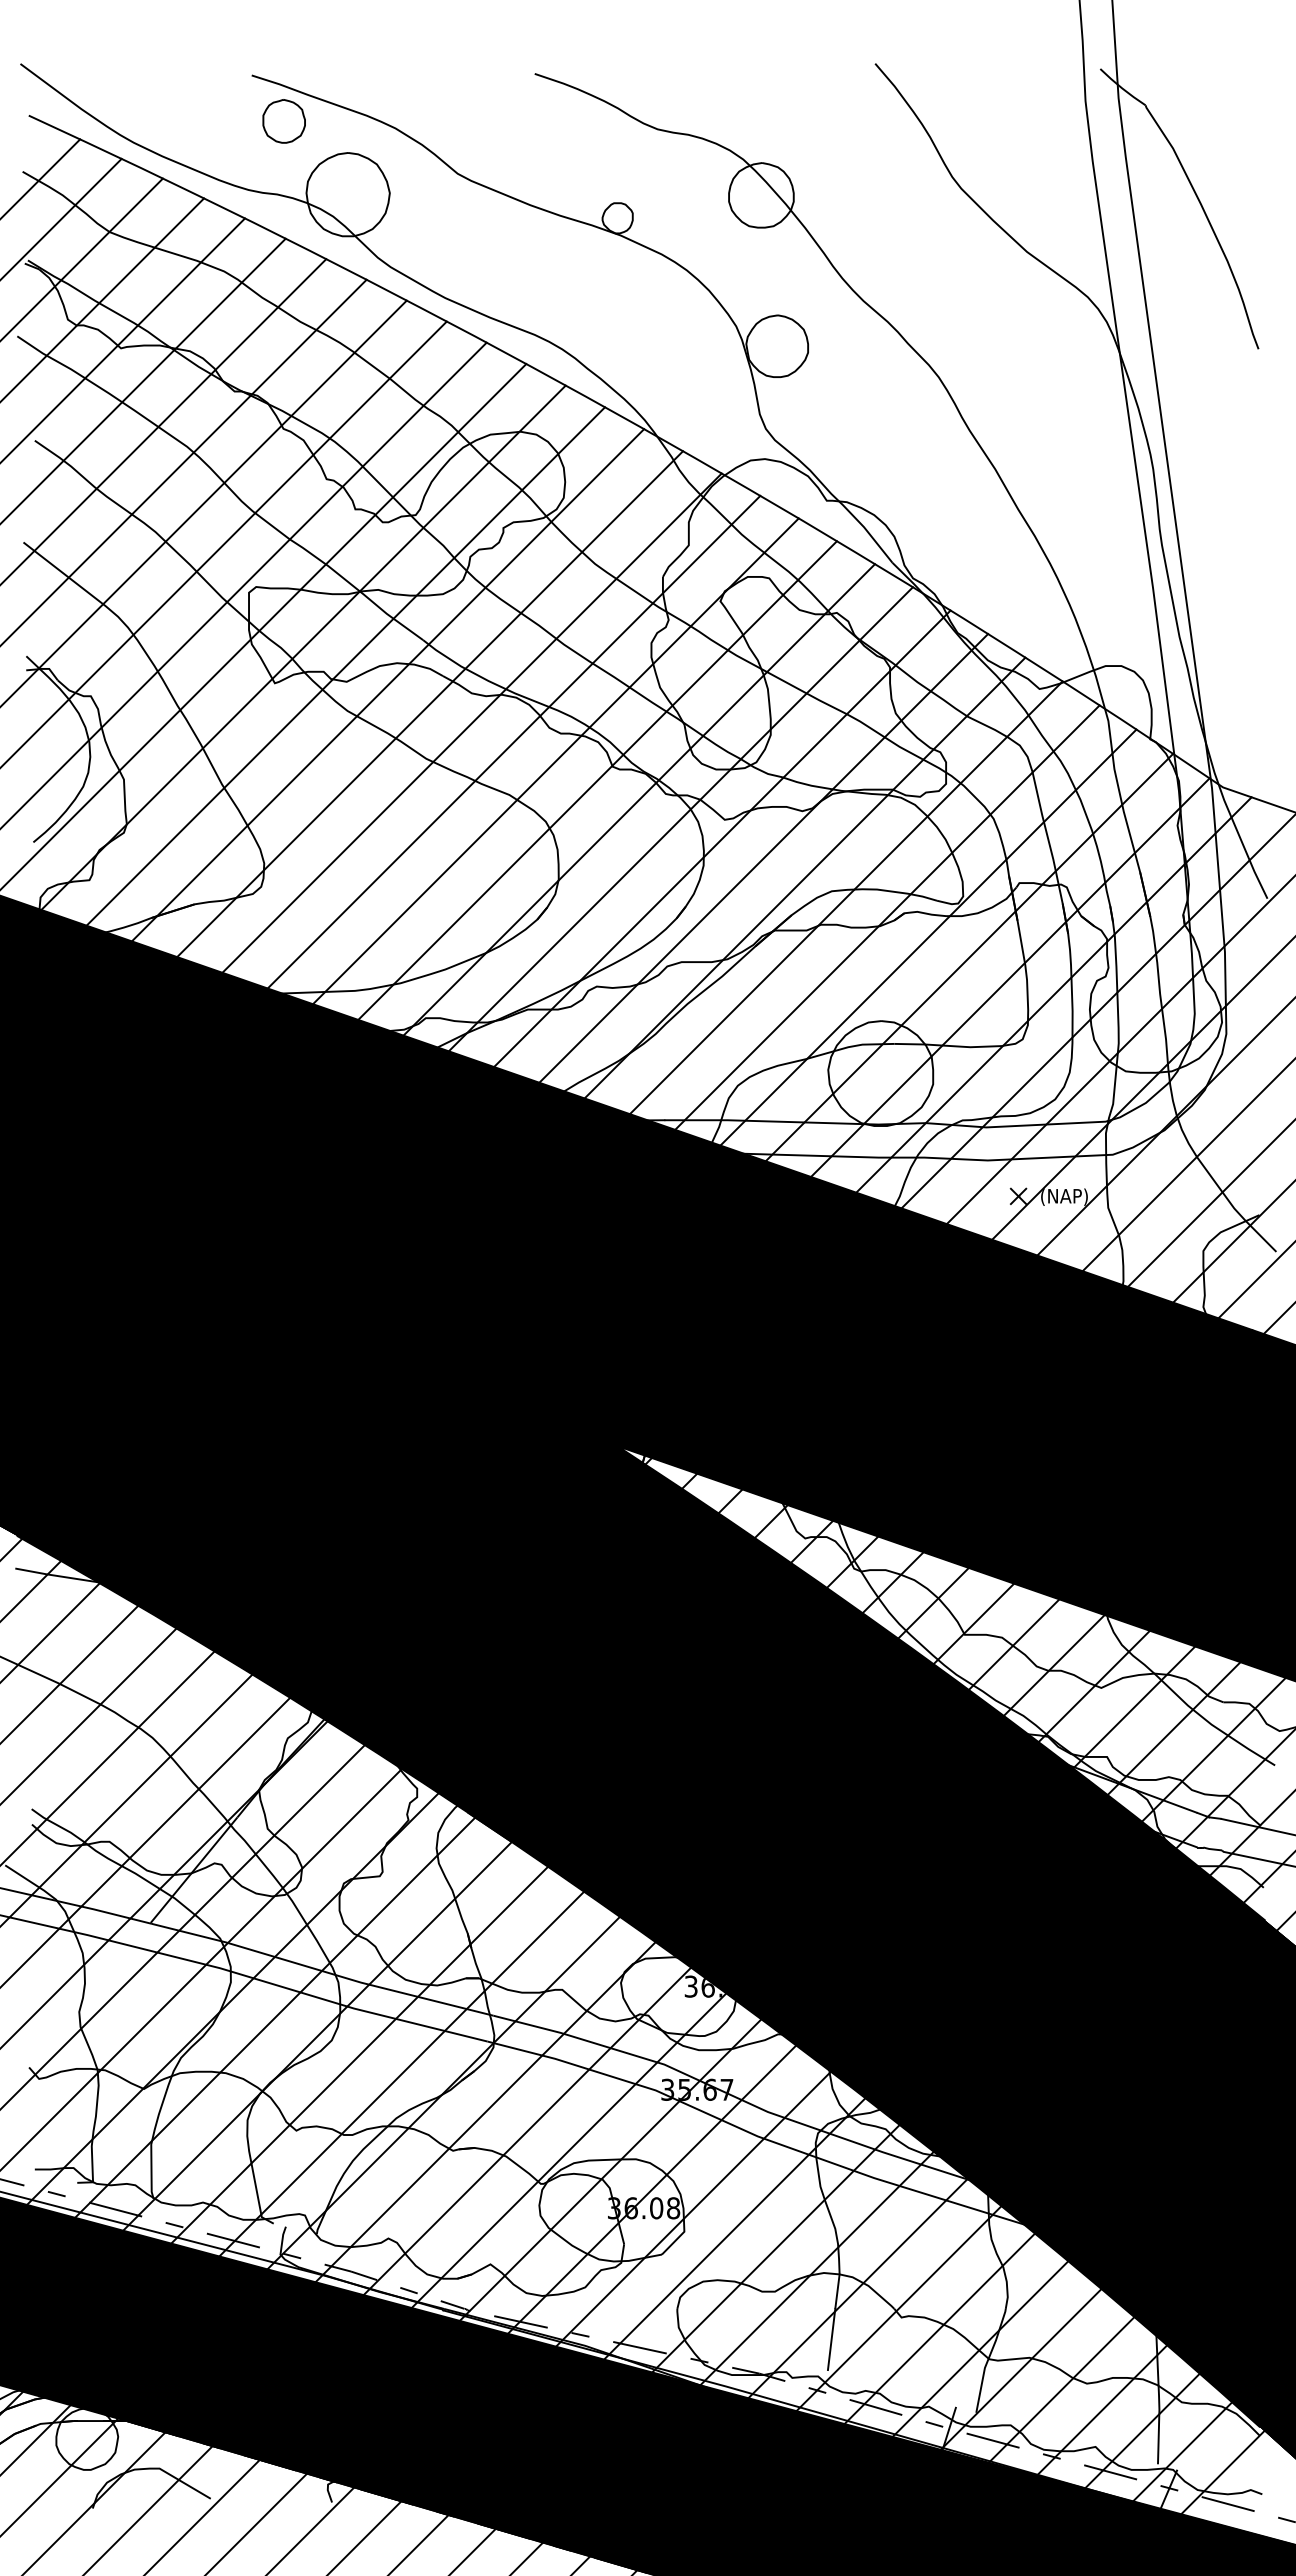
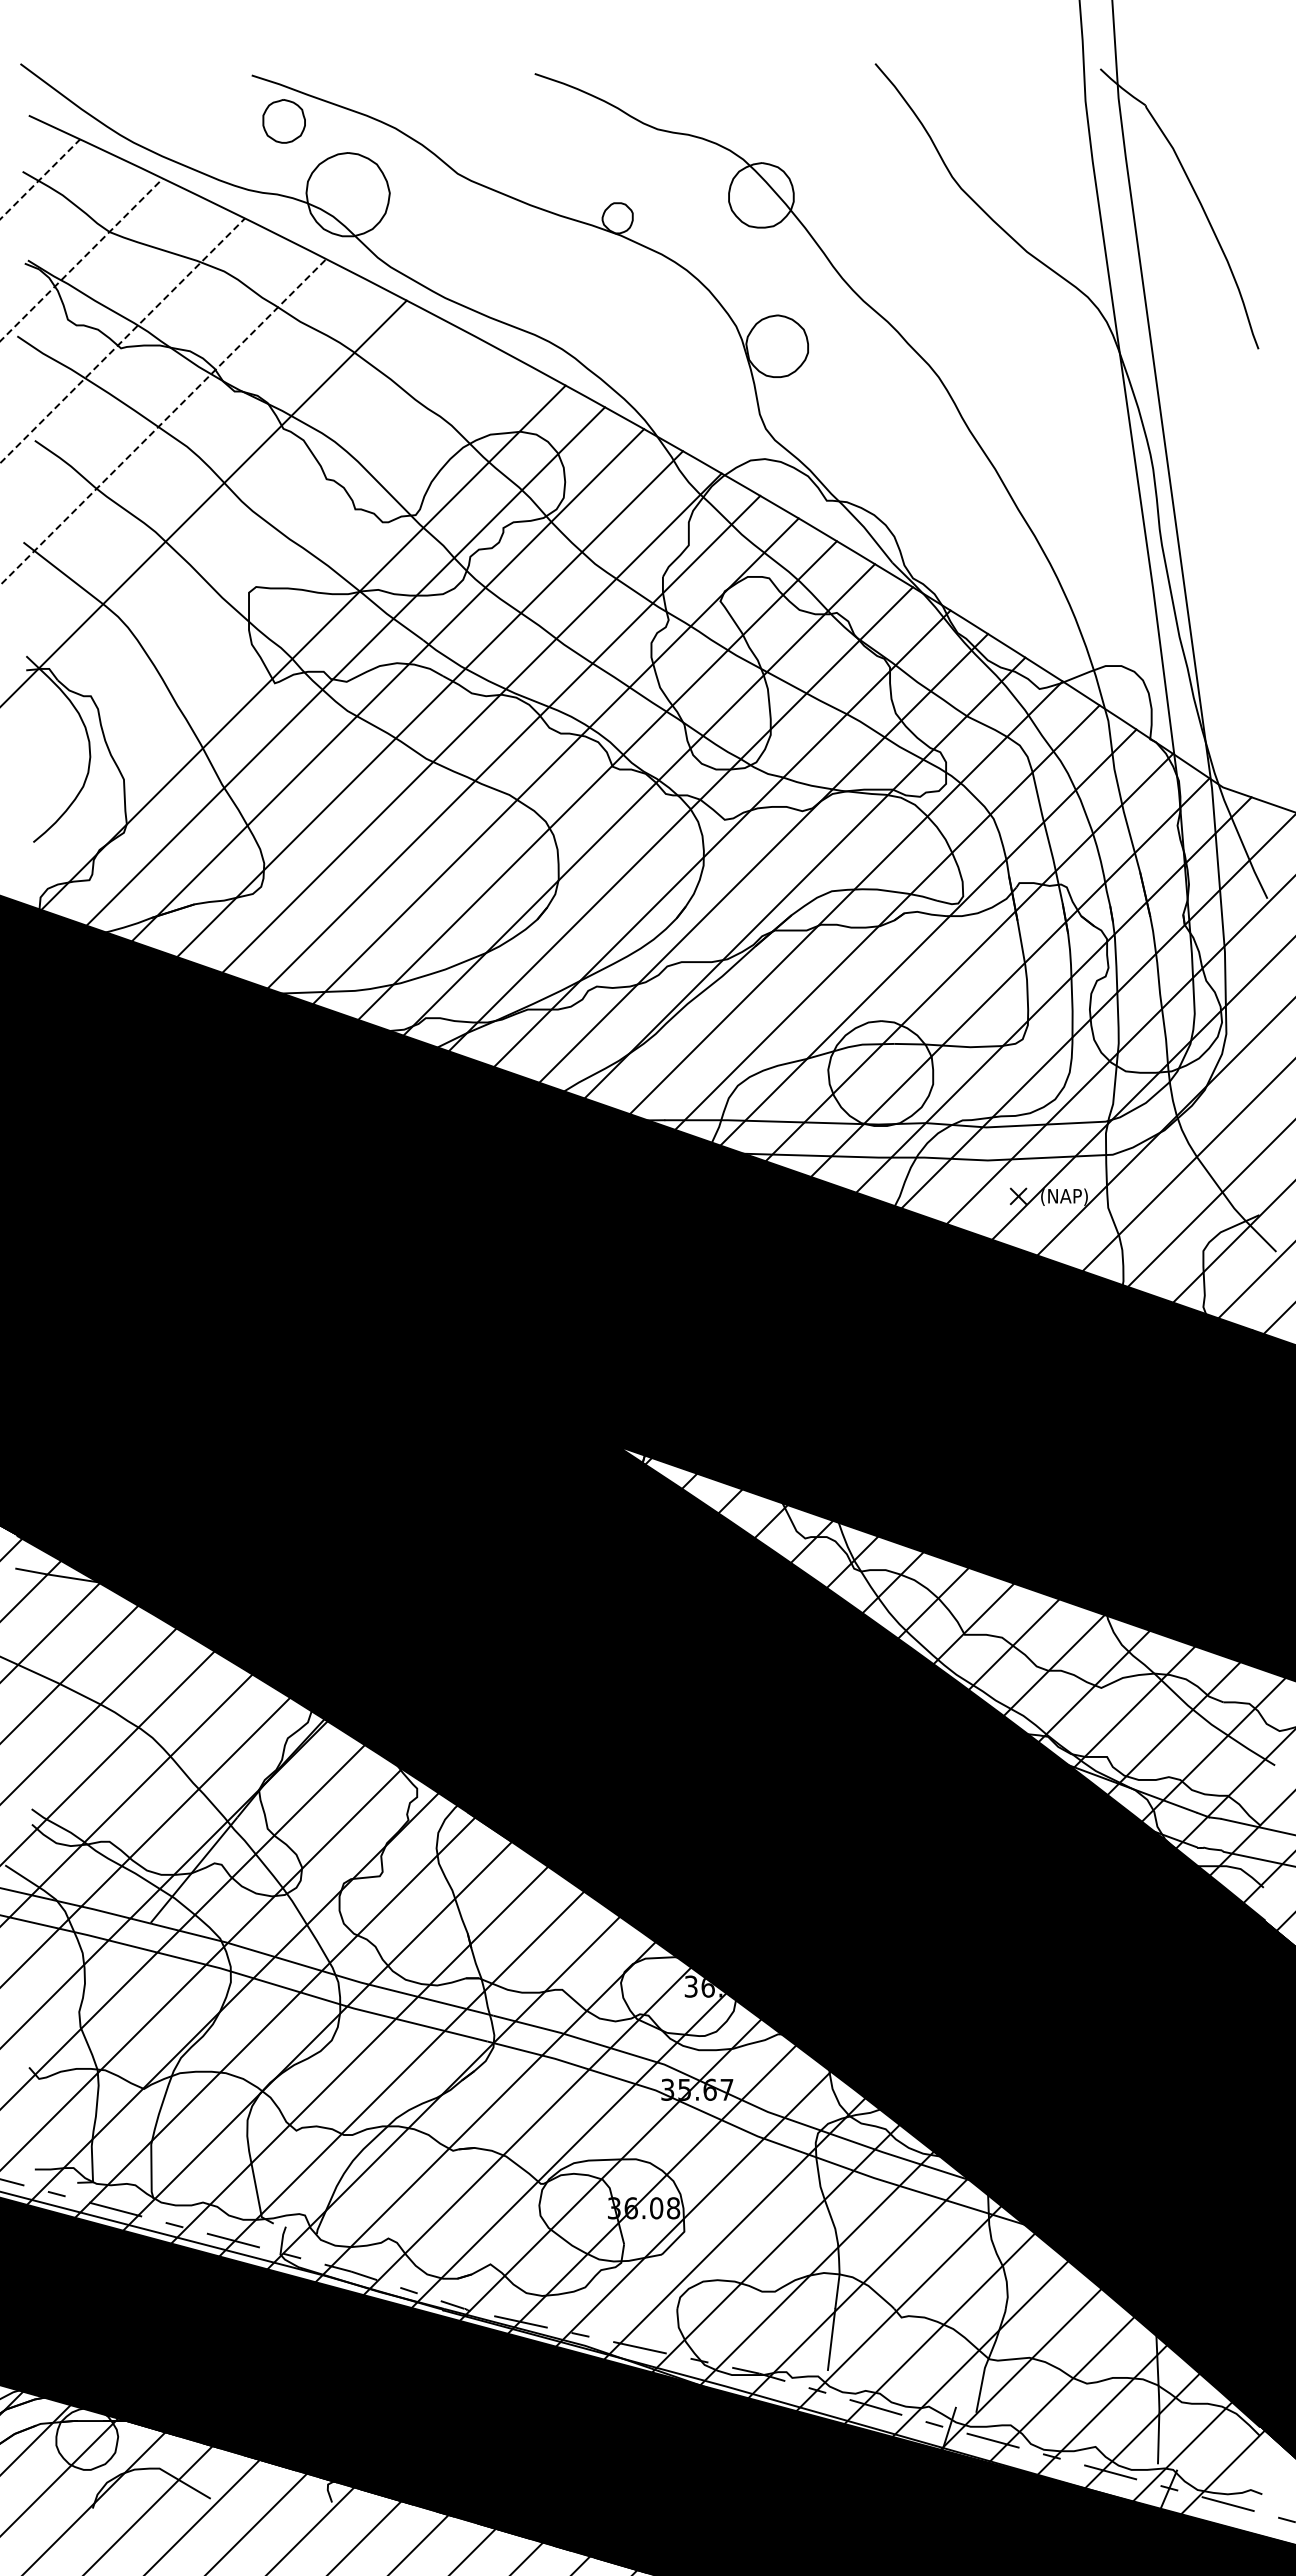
line at (40, 179): solid -> dashed
line at (61, 218): present -> none
line at (81, 259): solid -> dashed
line at (103, 299): present -> none
line at (122, 340): solid -> dashed
line at (143, 380): present -> none
line at (163, 421): solid -> dashed
line at (184, 461): present -> none
line at (224, 543): present -> none
line at (244, 584): present -> none
line at (264, 626): present -> none
